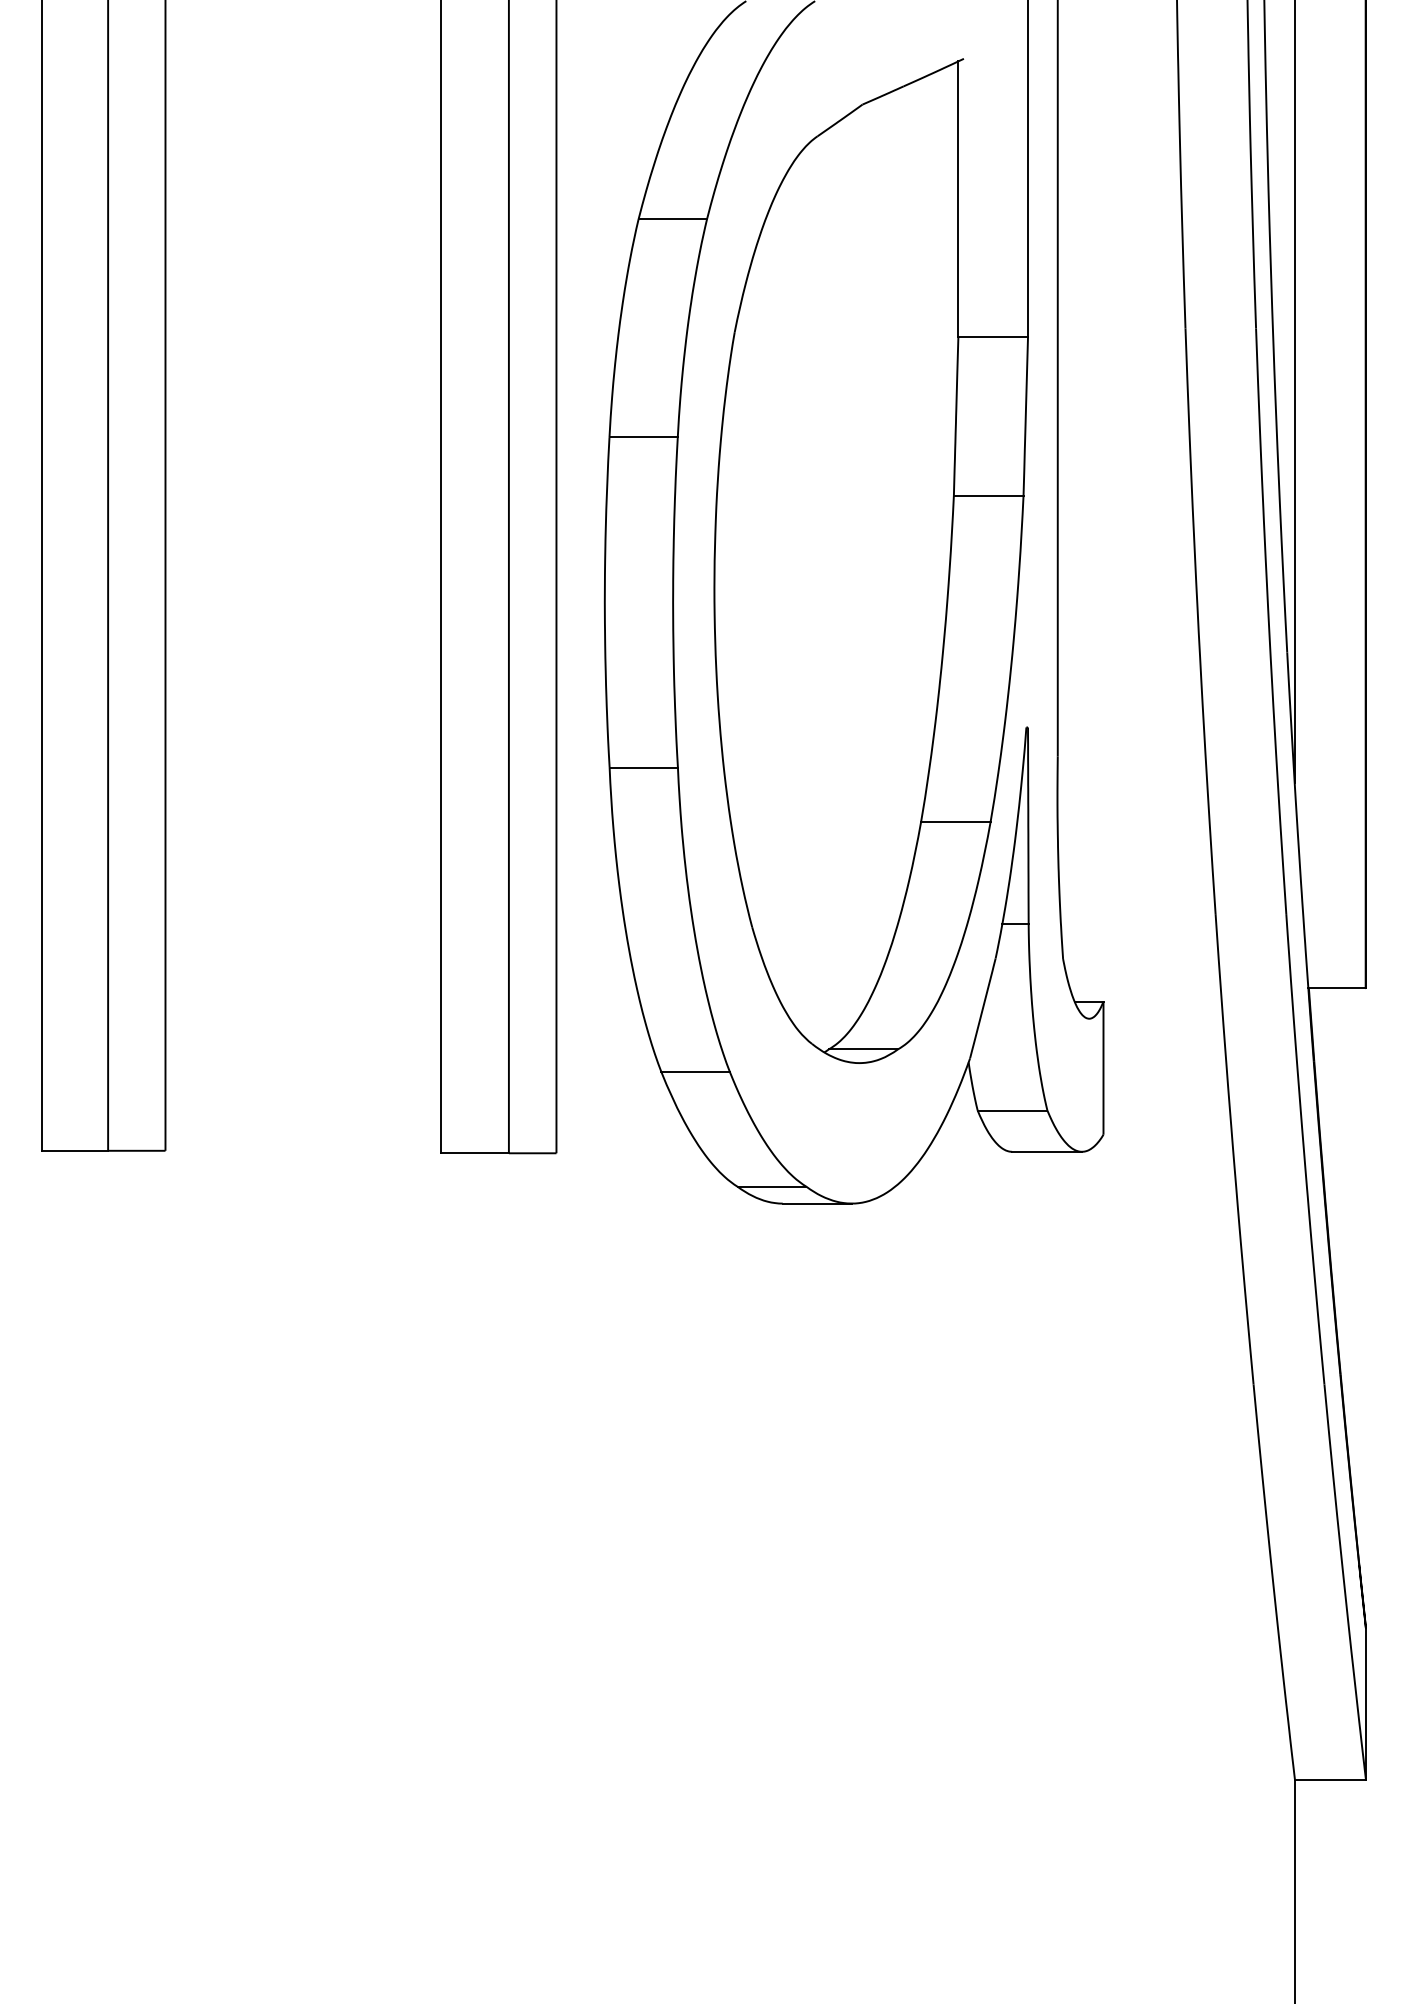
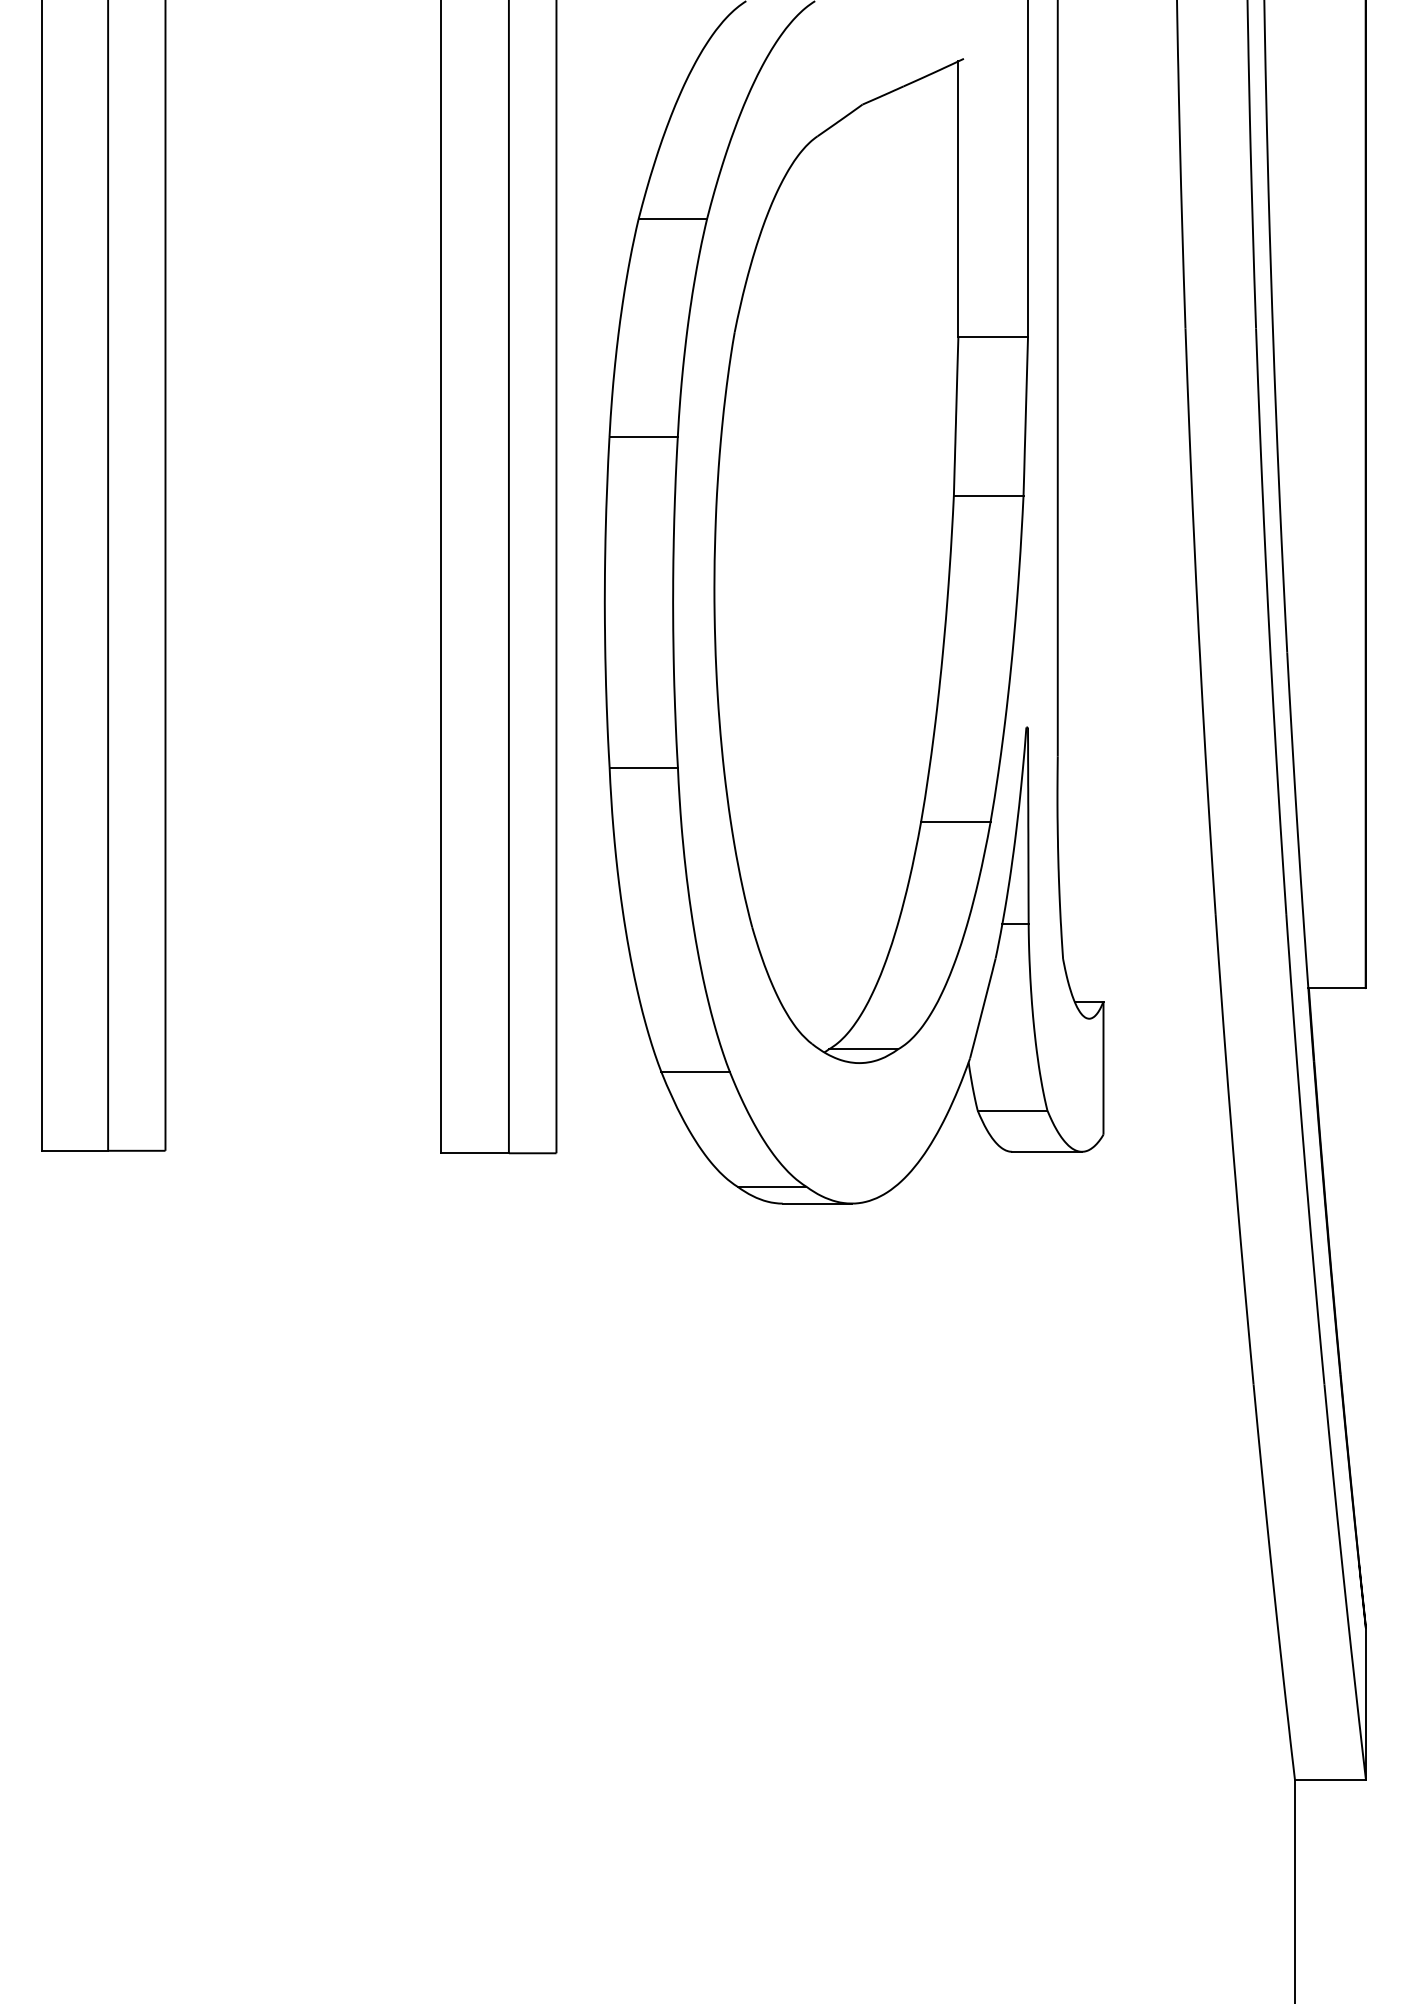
line at (1294, 392): present -> none
